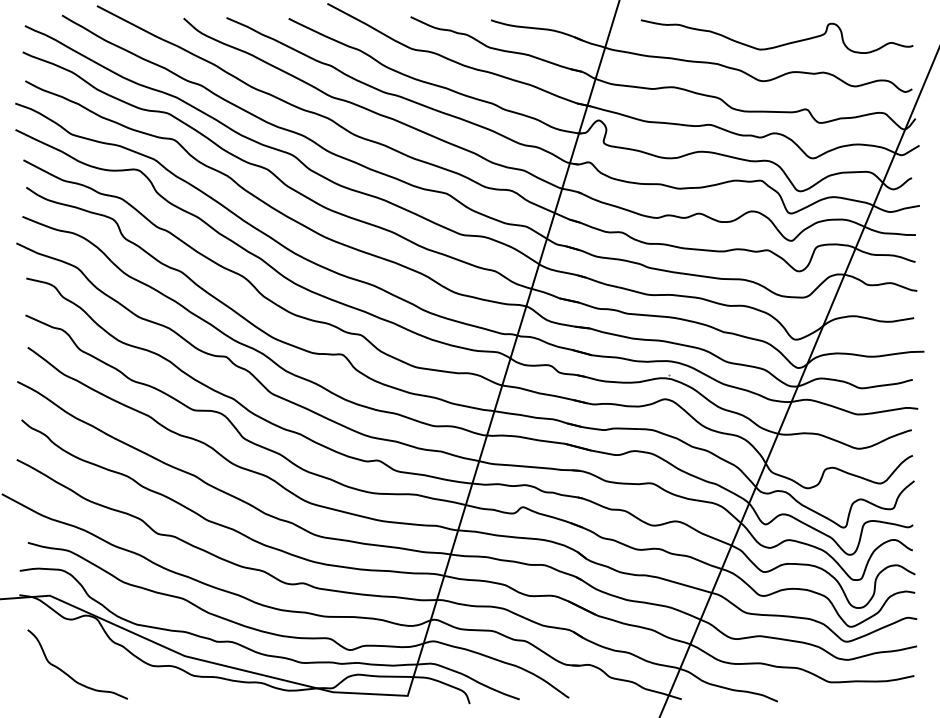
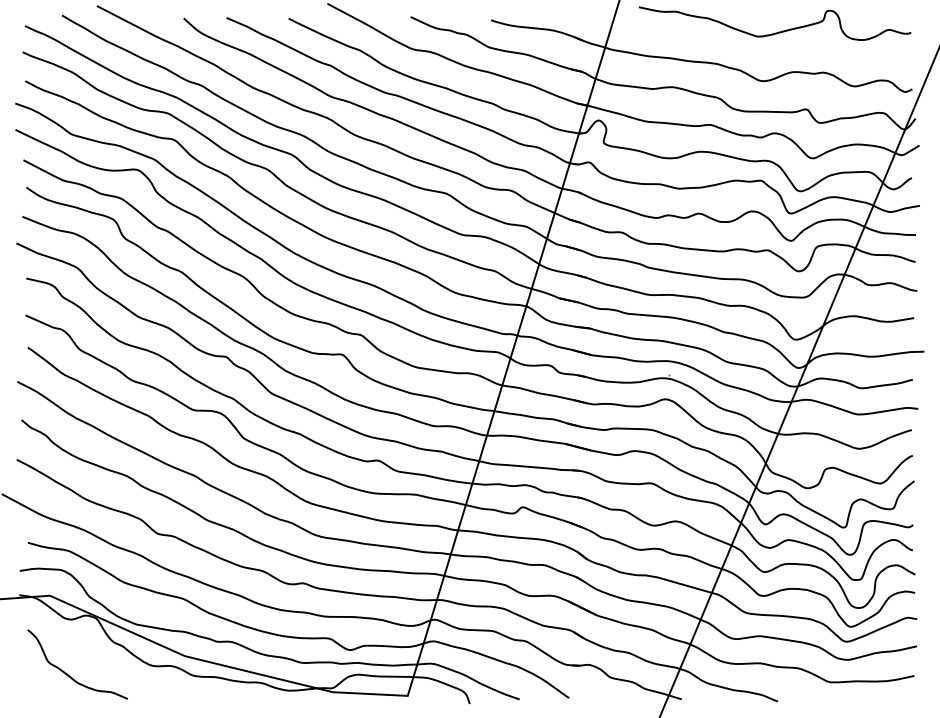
curve at (780, 44) position: (780, 44) -> (778, 31)
